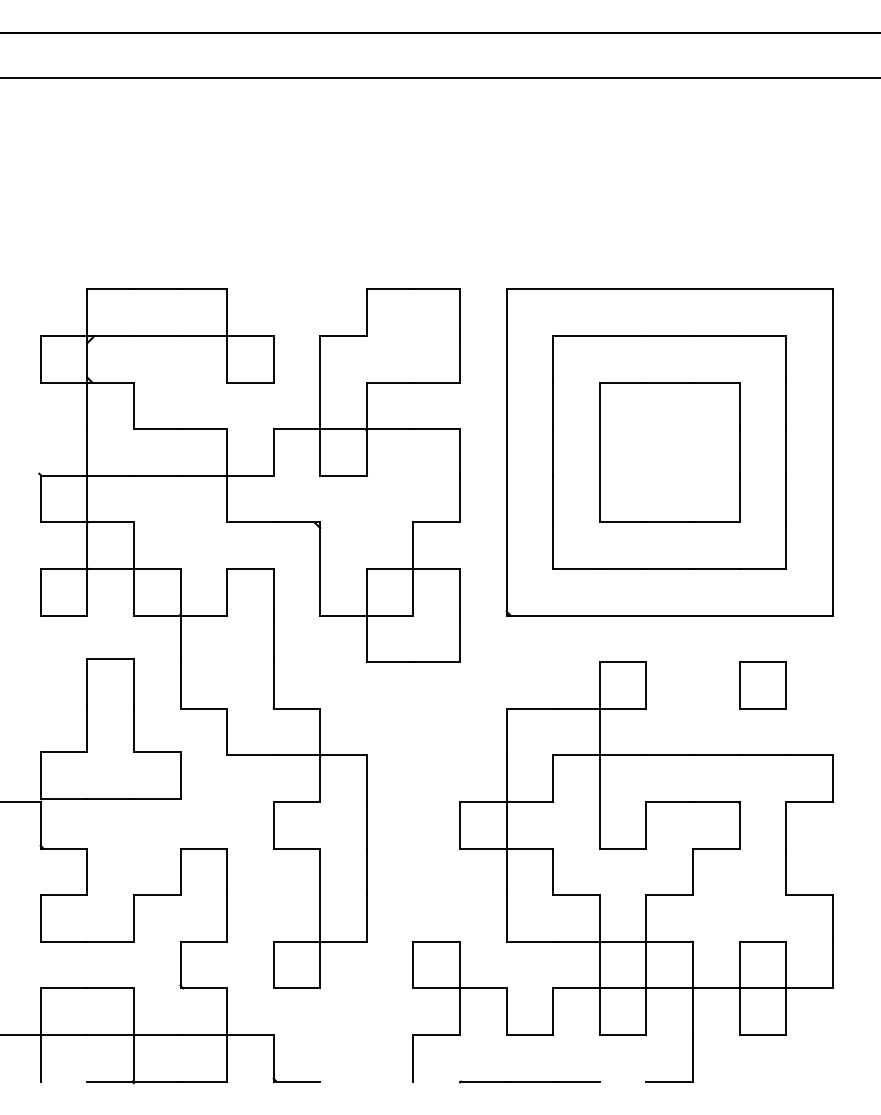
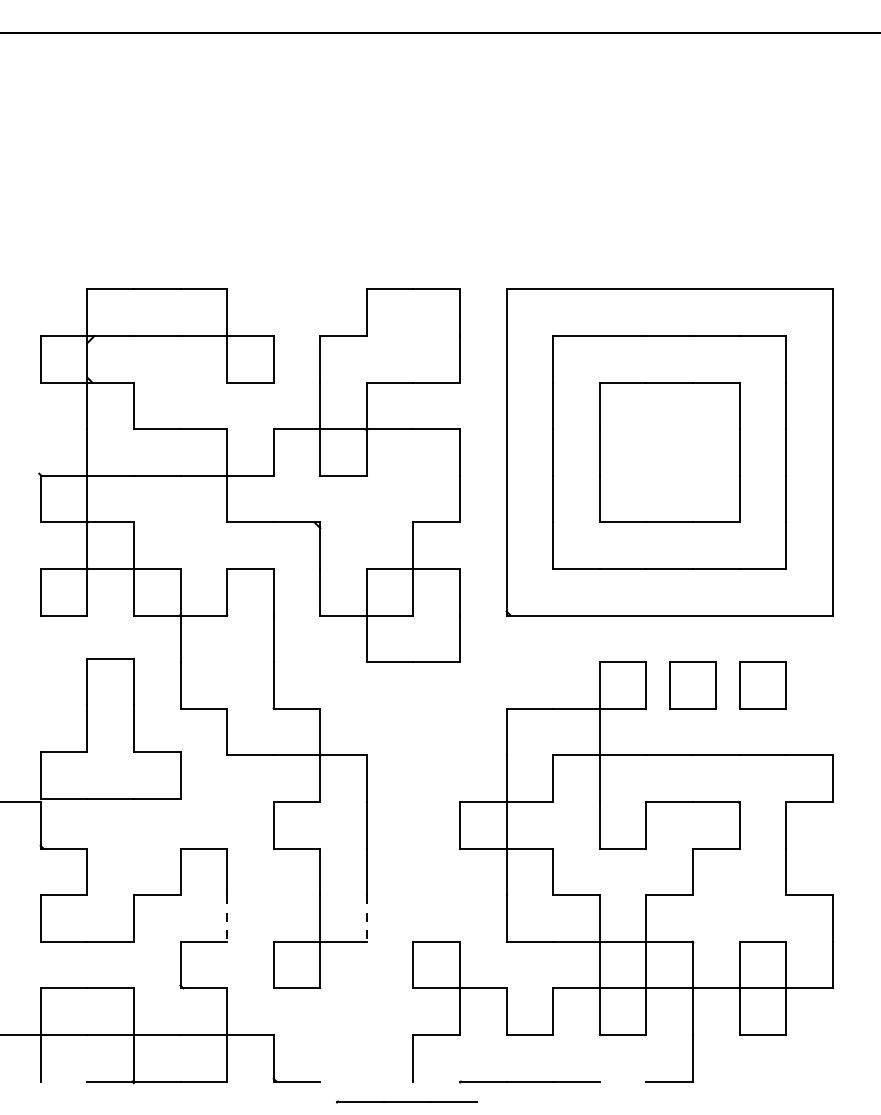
line at (439, 77): present -> none
part at (692, 685): none -> present
line at (227, 918): solid -> dashed
line at (366, 918): solid -> dashed
part at (406, 1101): none -> present
